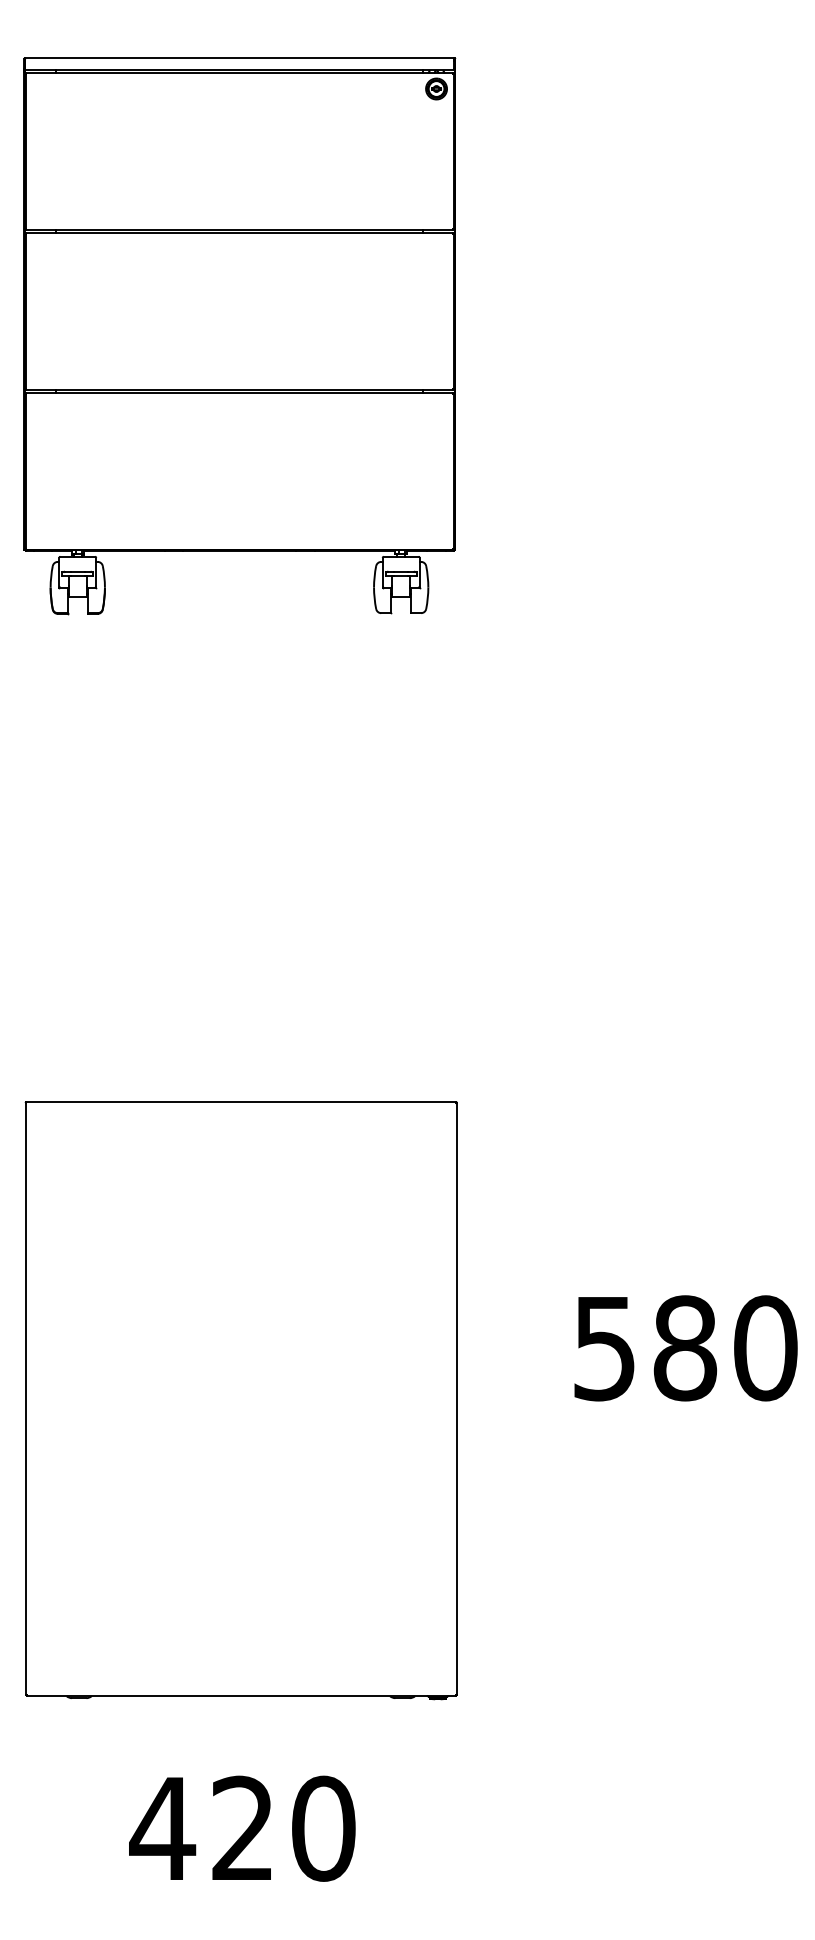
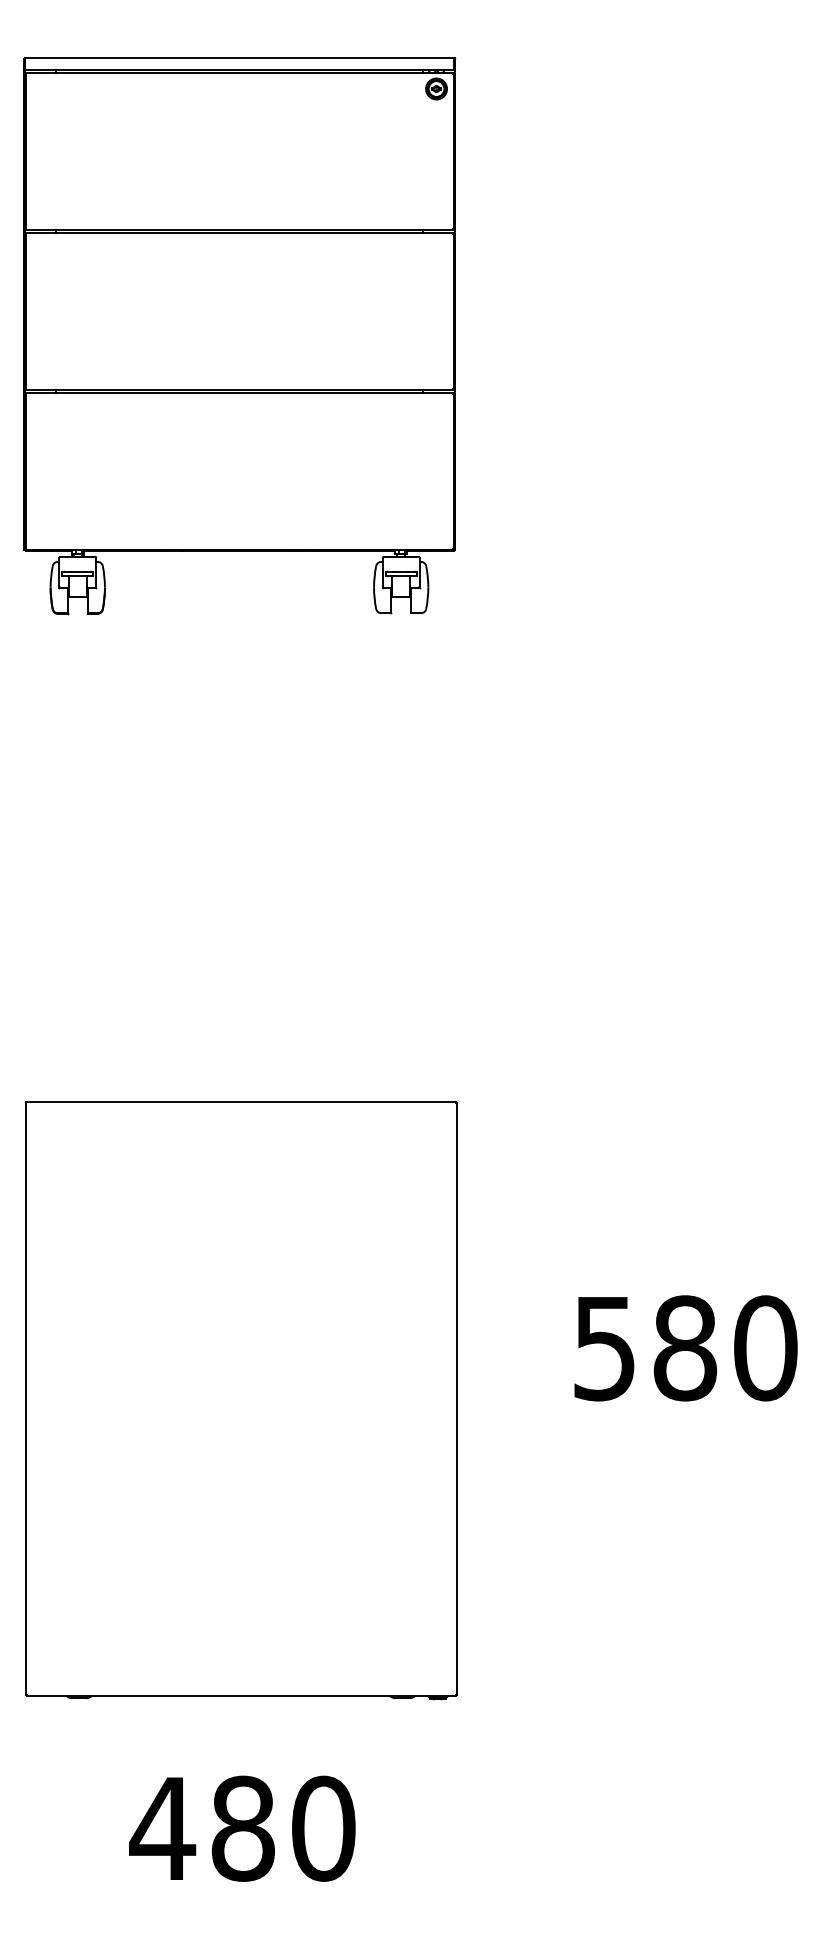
text at (242, 1828): 420 -> 480
